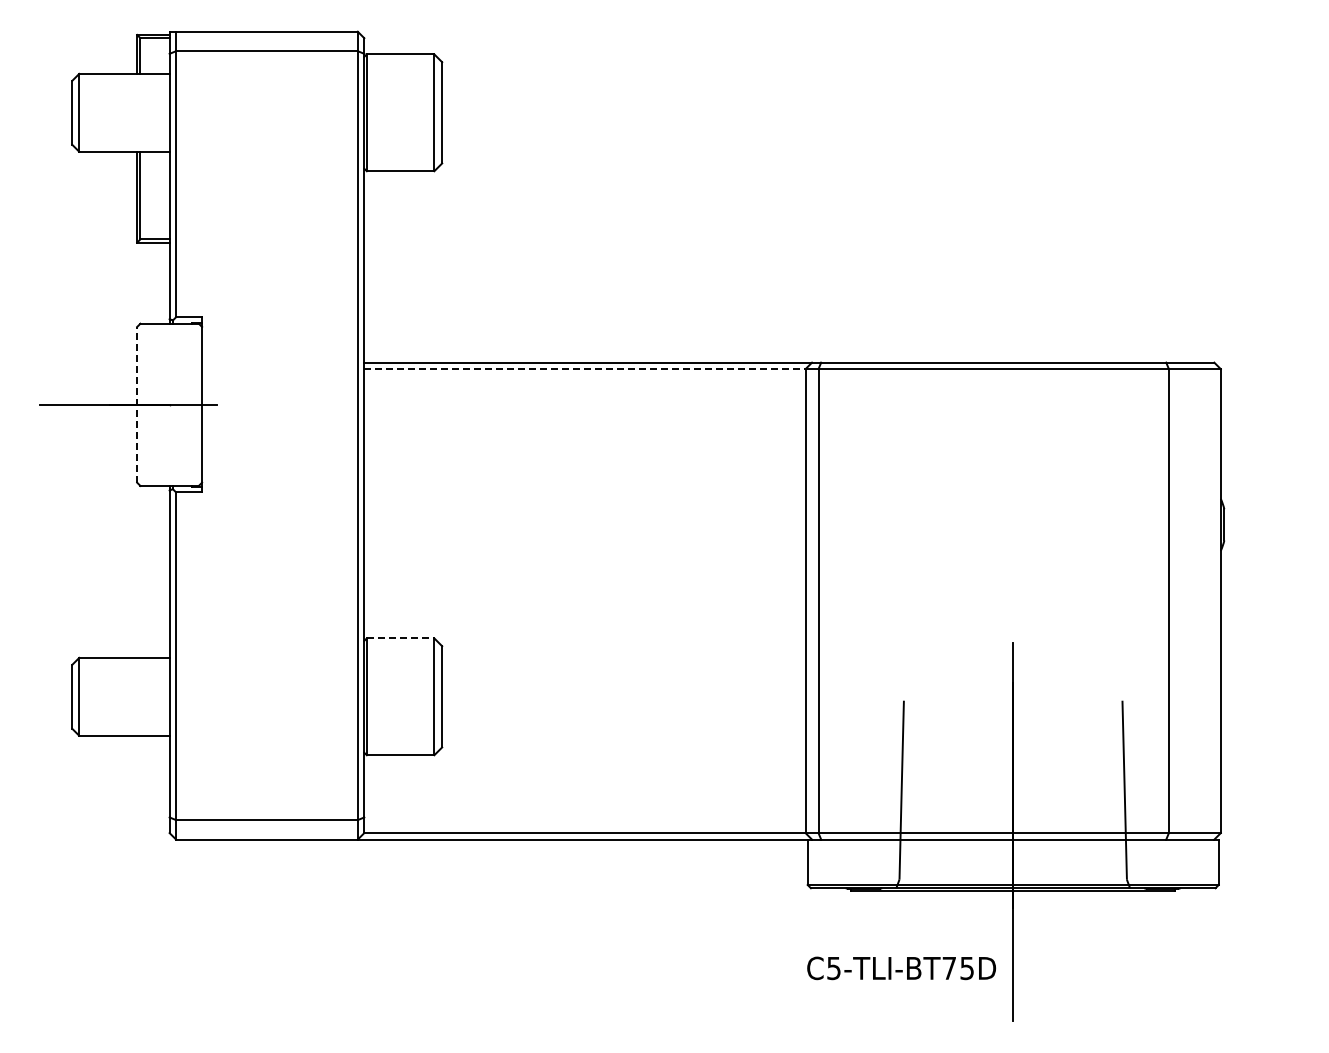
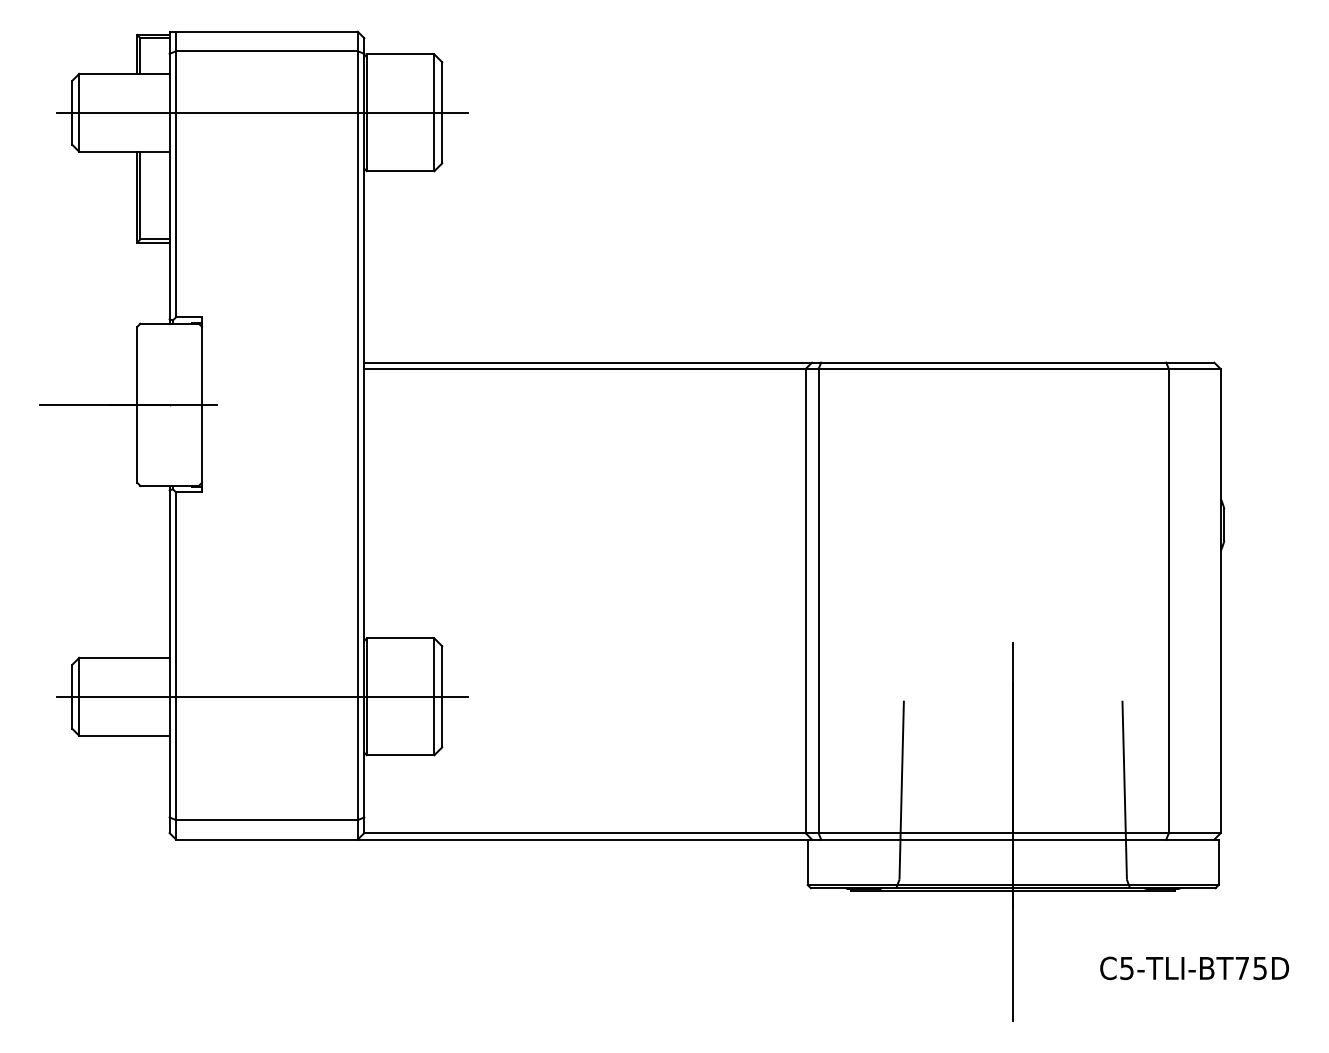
line at (262, 112): none -> present
line at (584, 369): dashed -> solid
line at (137, 404): dashed -> solid
line at (400, 638): dashed -> solid
line at (262, 696): none -> present
text at (901, 968) position: (901, 968) -> (1194, 968)
